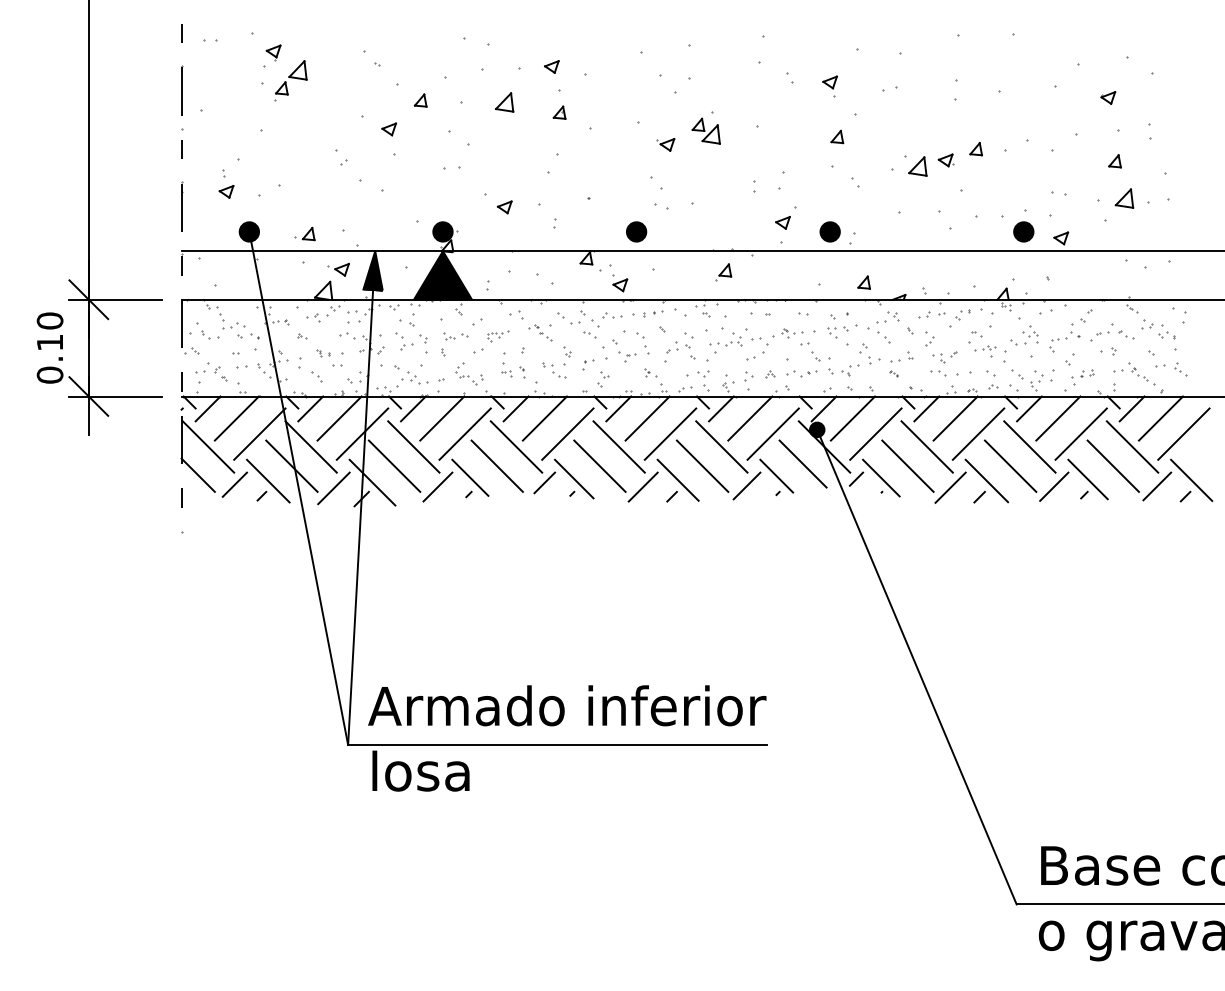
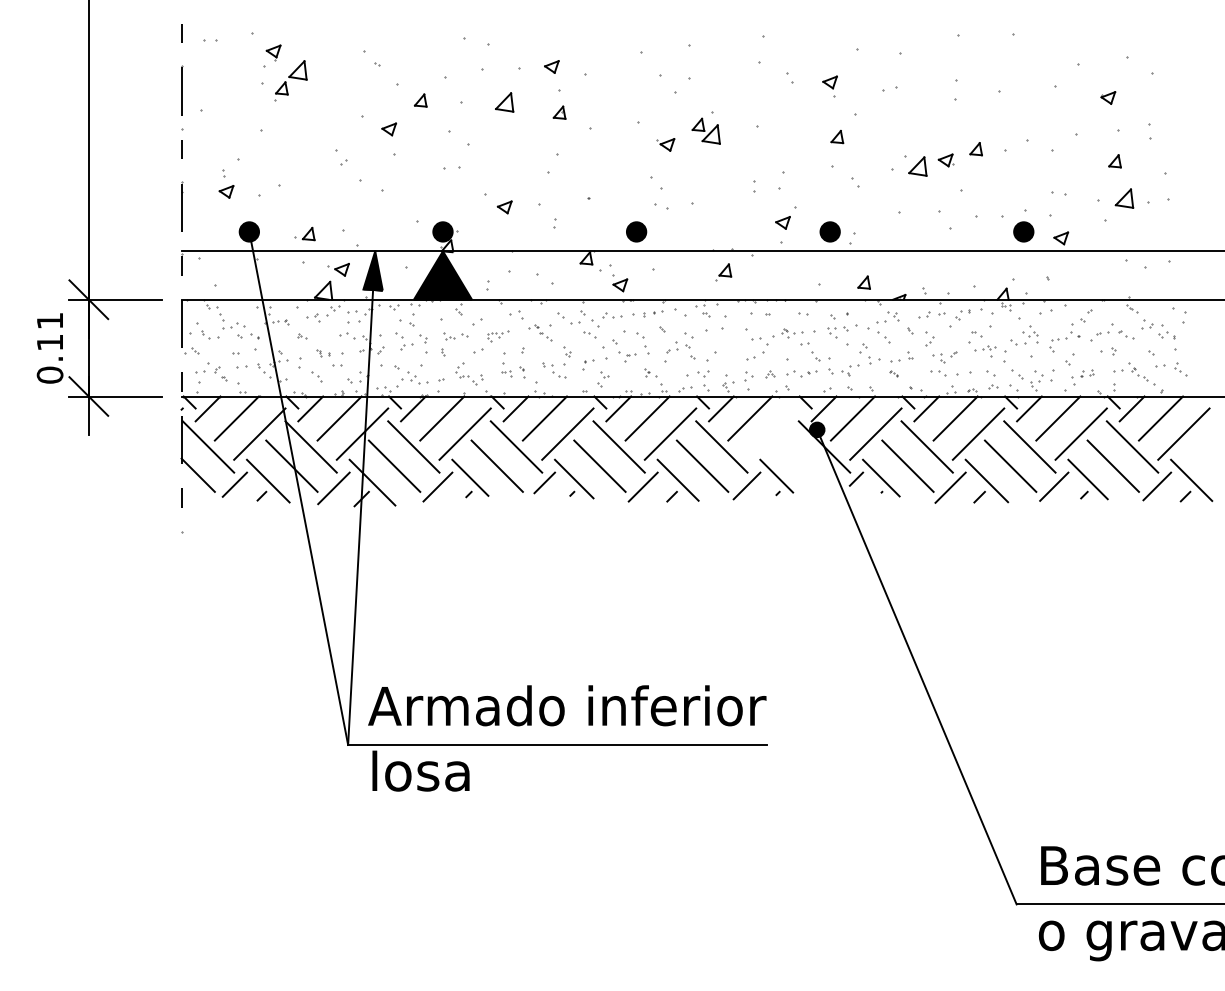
text at (49, 320): 0.10 -> 0.11
part at (725, 339): present -> none
line at (772, 433): present -> none
line at (802, 463): present -> none
